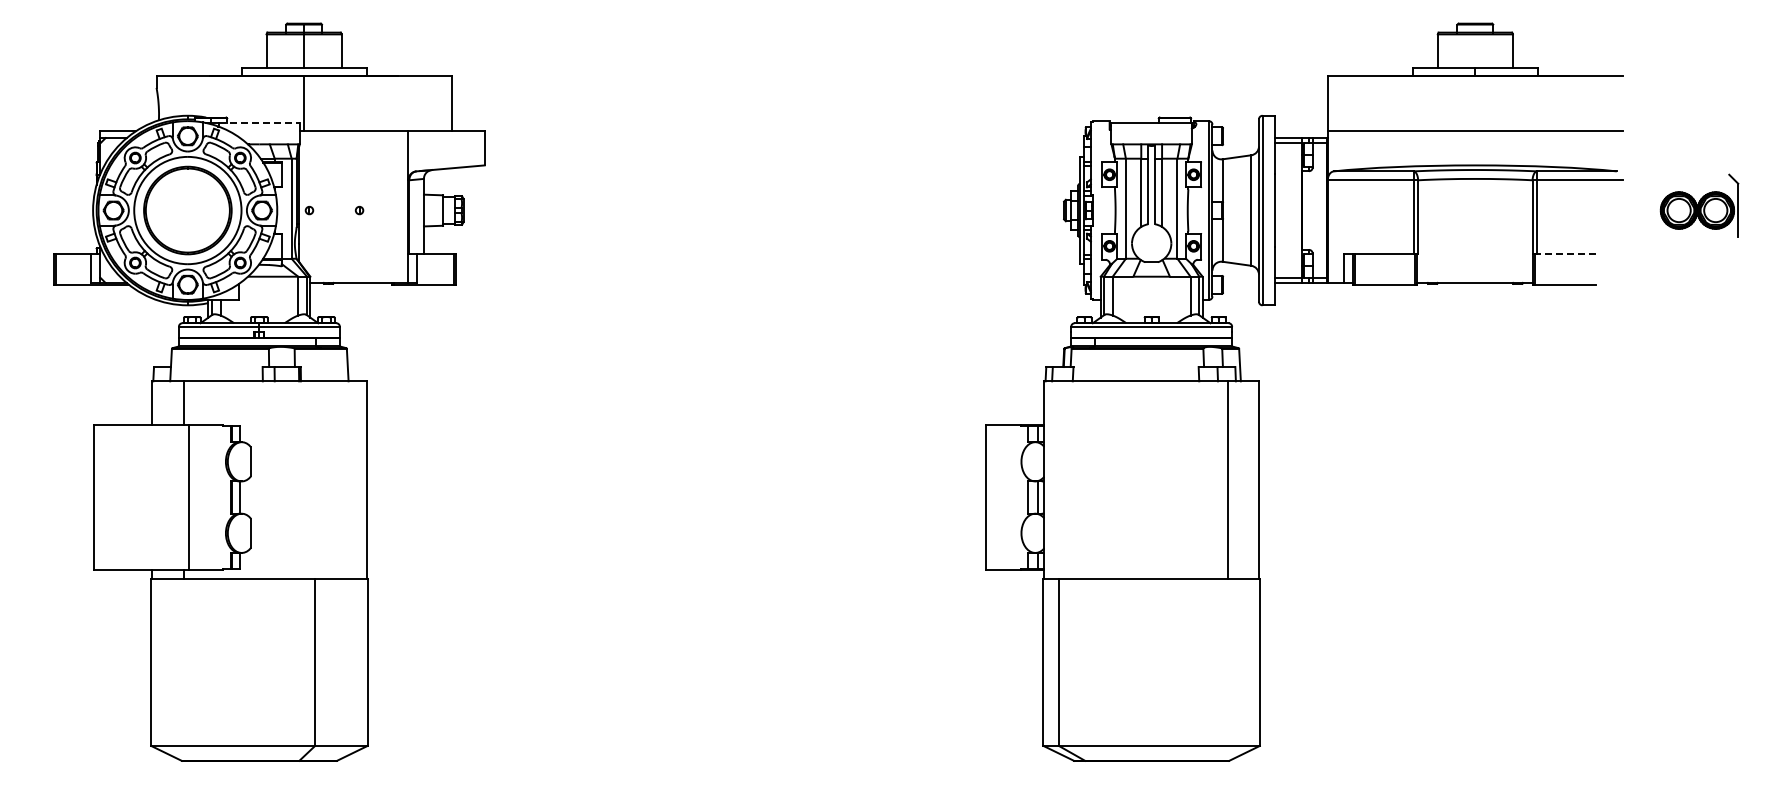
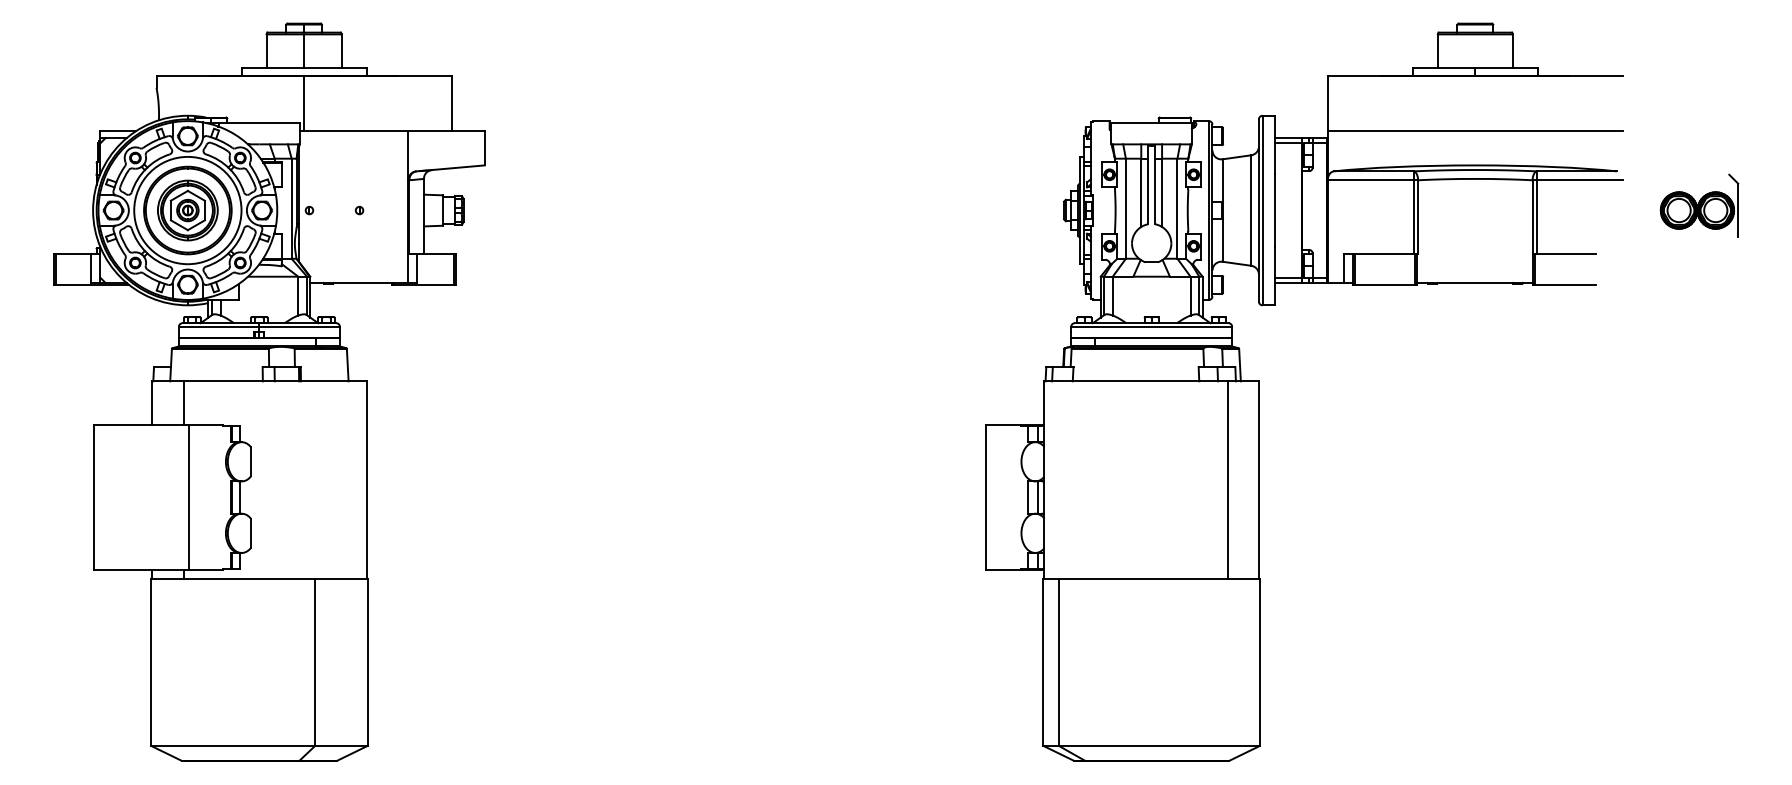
line at (259, 122): dashed -> solid
part at (187, 210): none -> present
line at (1565, 254): dashed -> solid
